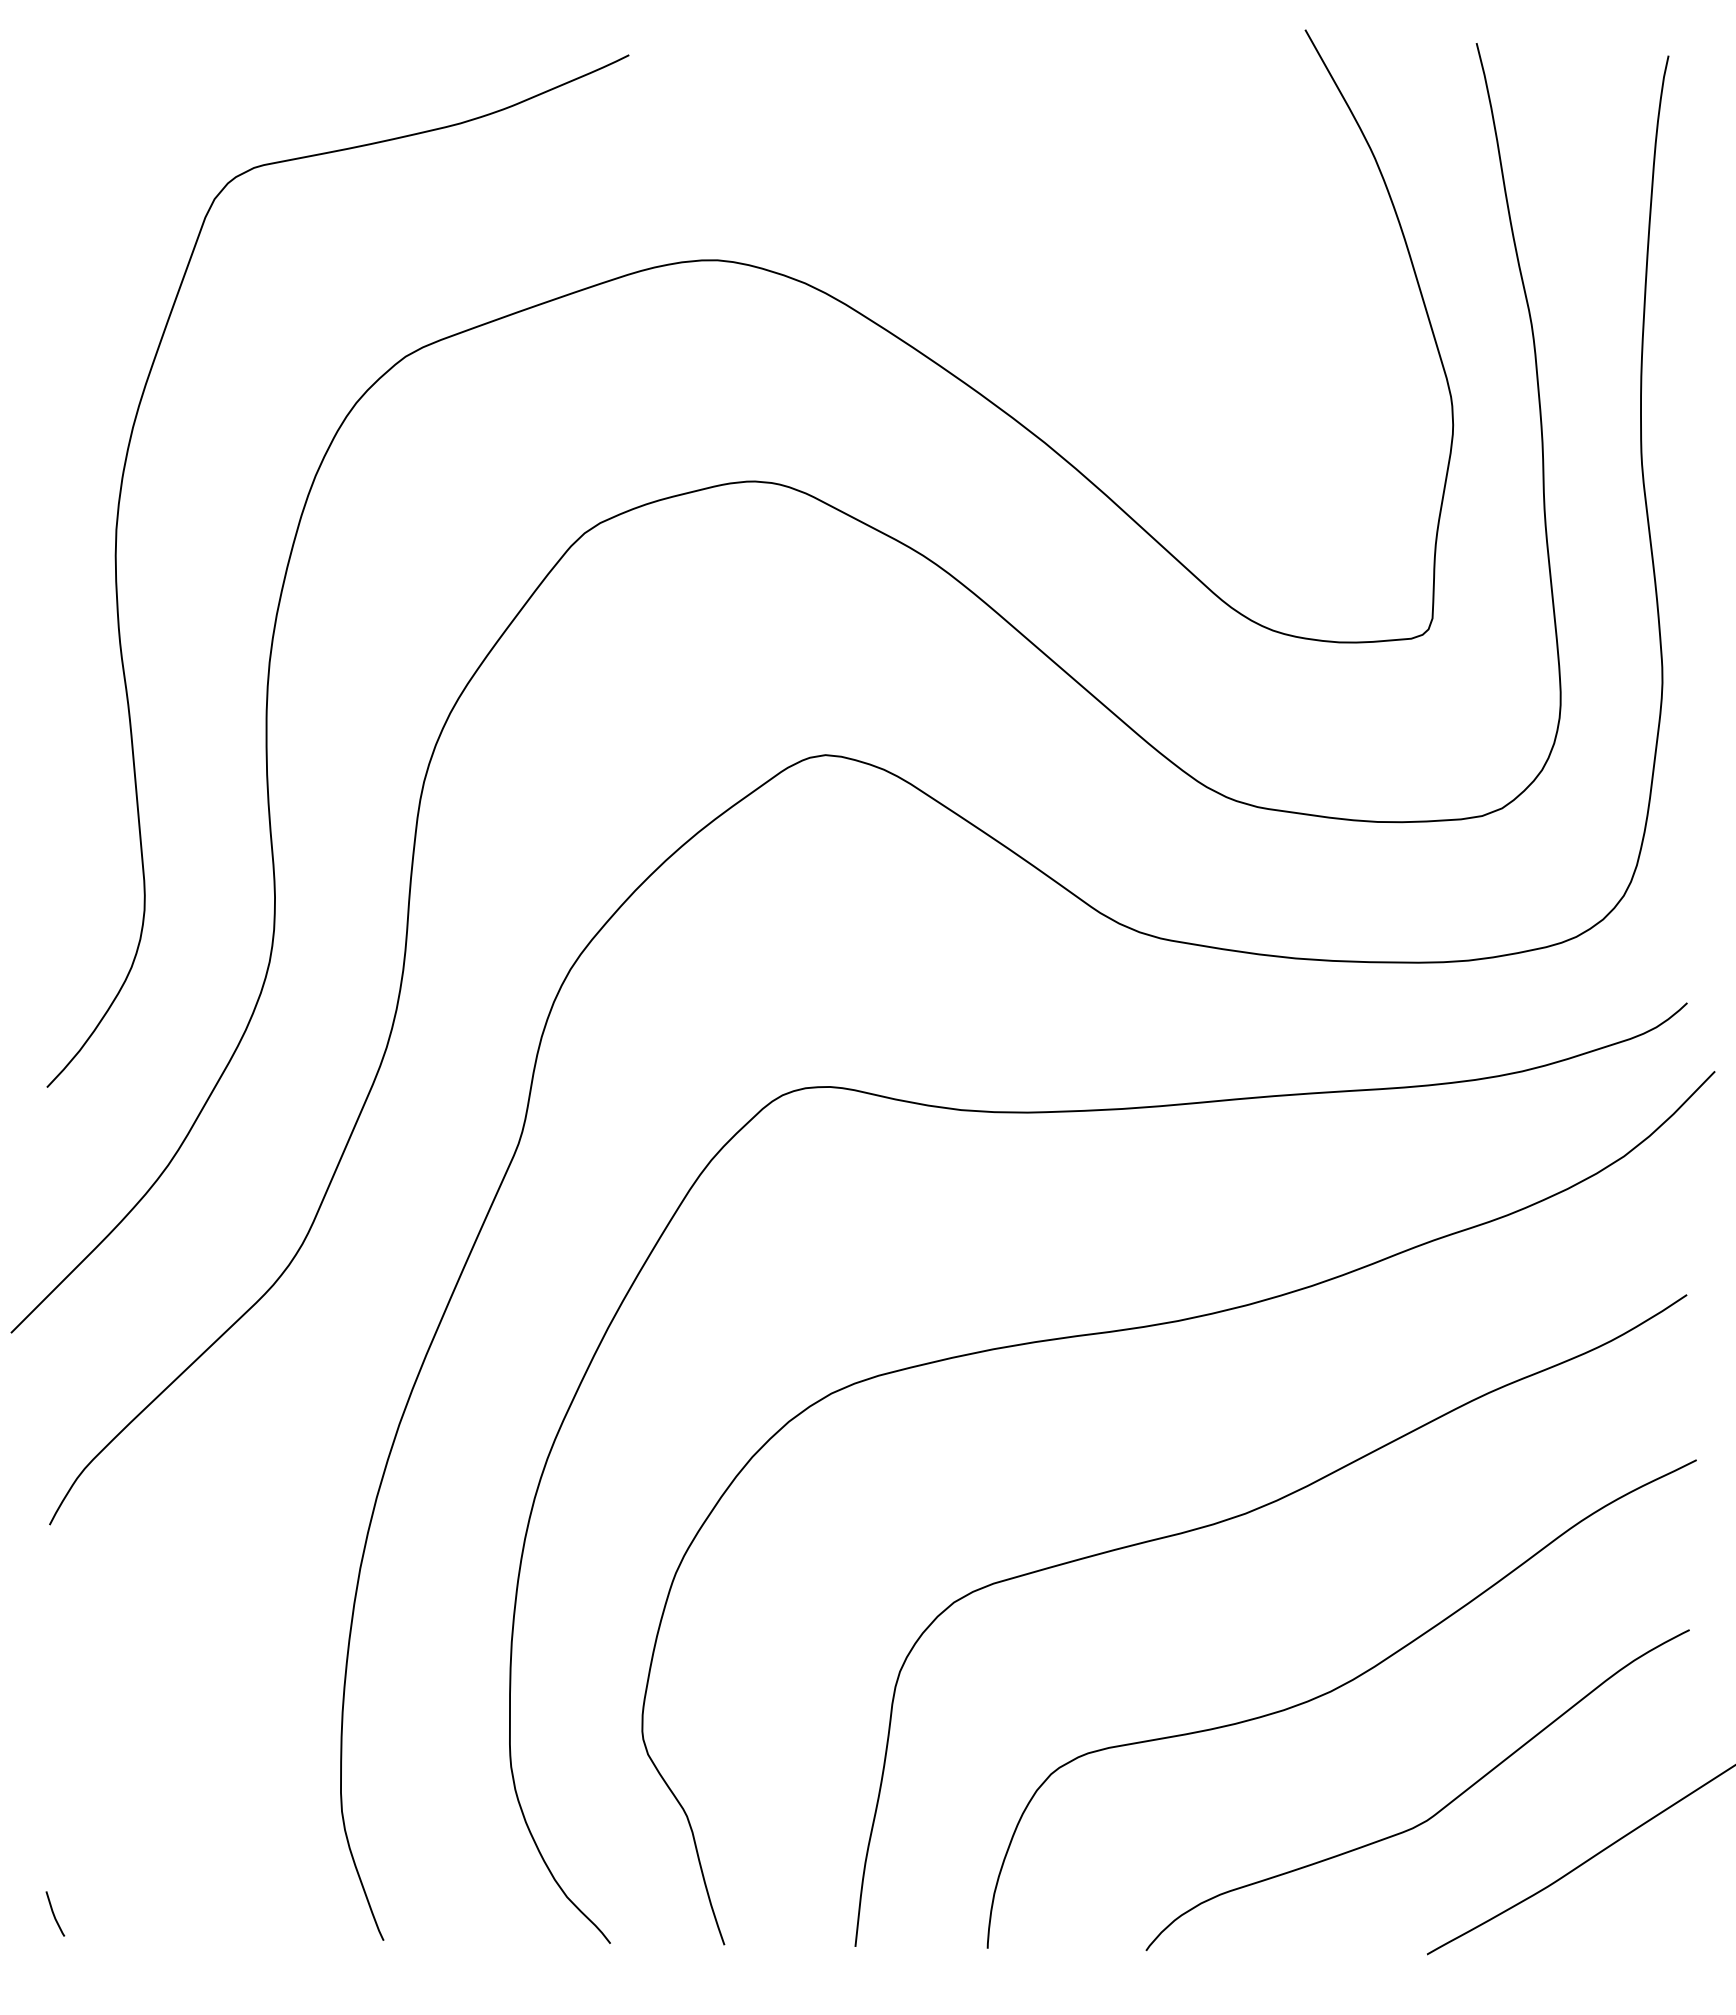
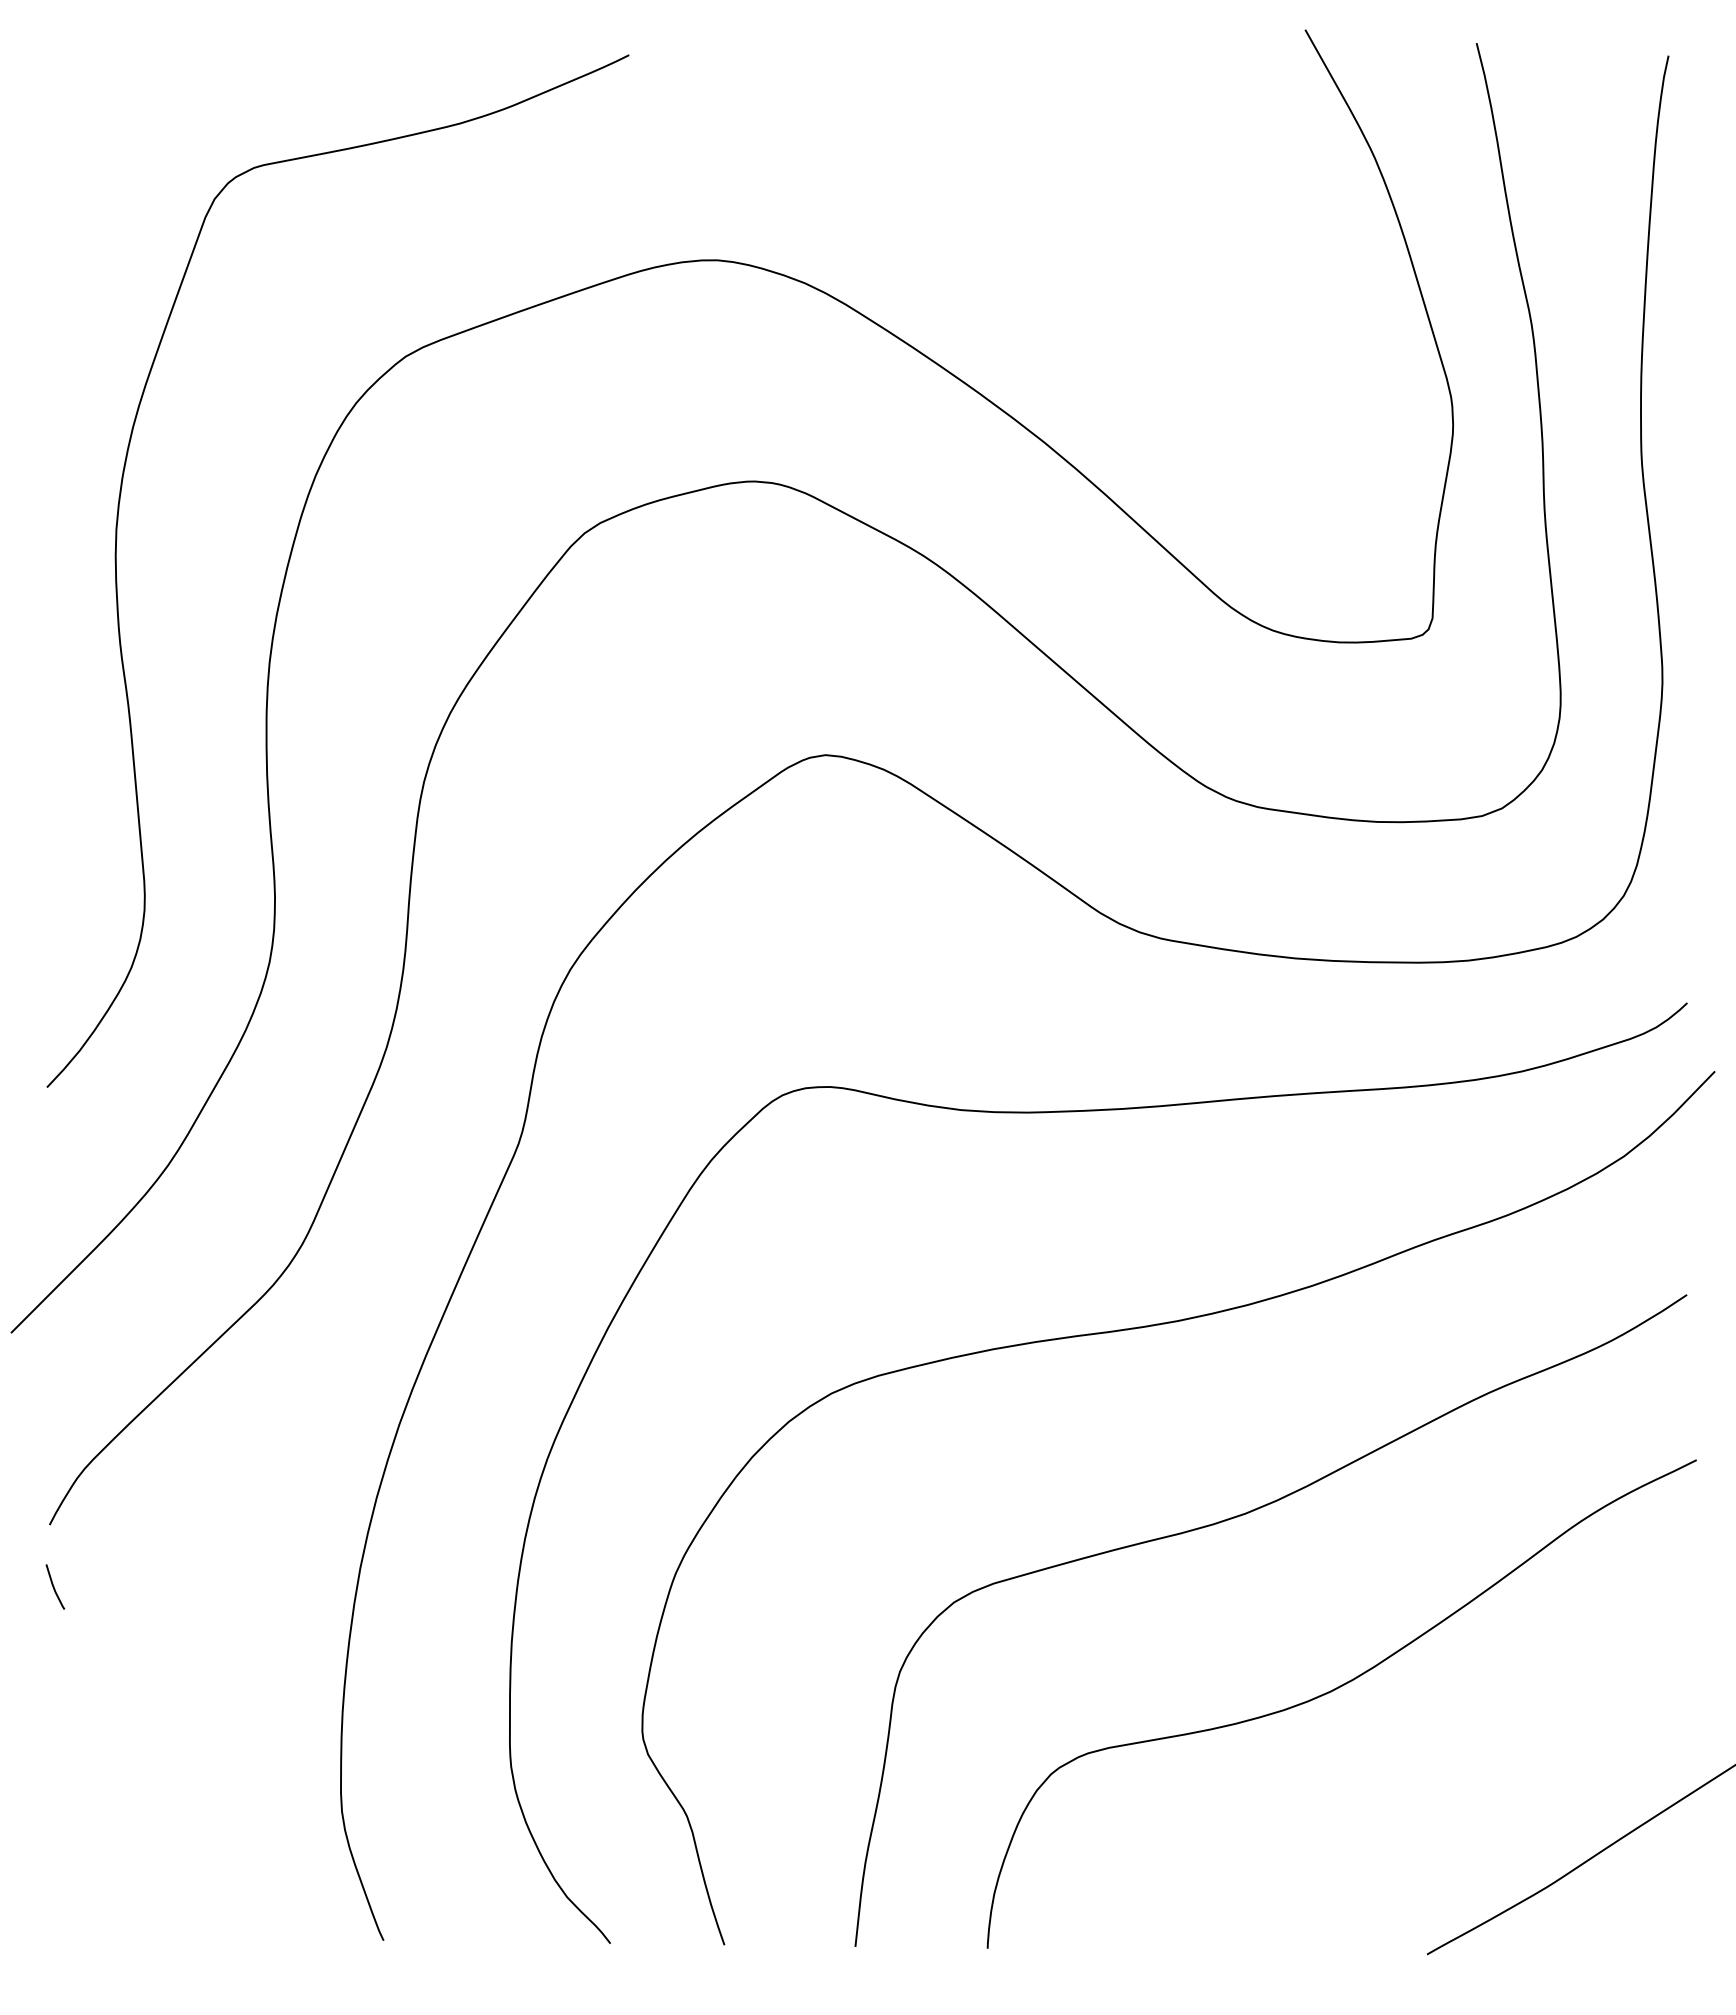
curve at (1433, 1814): present -> none
line at (54, 1913) position: (54, 1913) -> (54, 1586)
